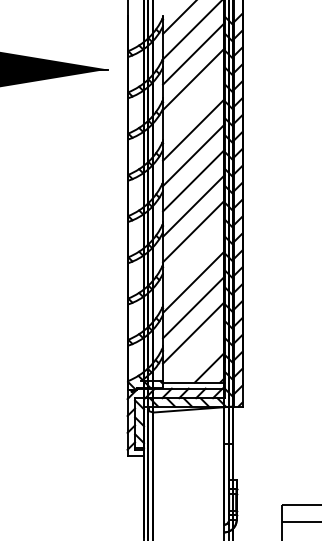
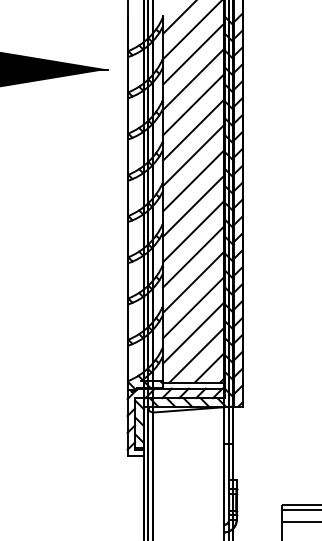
line at (193, 104): none -> present
line at (193, 256): none -> present
line at (196, 354): none -> present
line at (299, 510): none -> present
